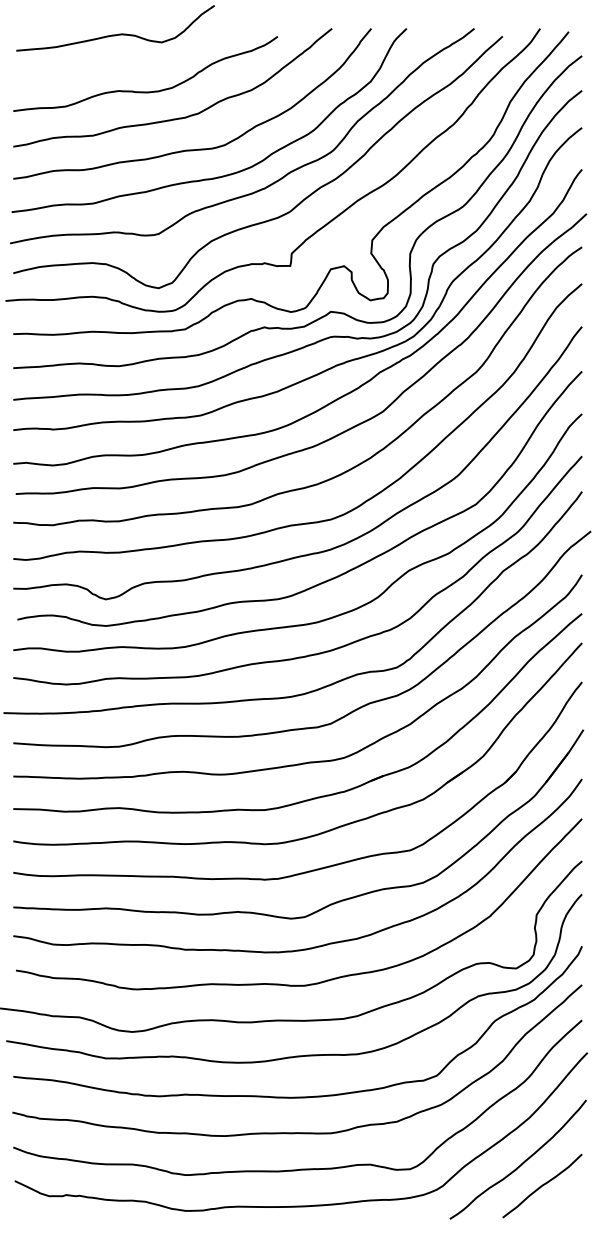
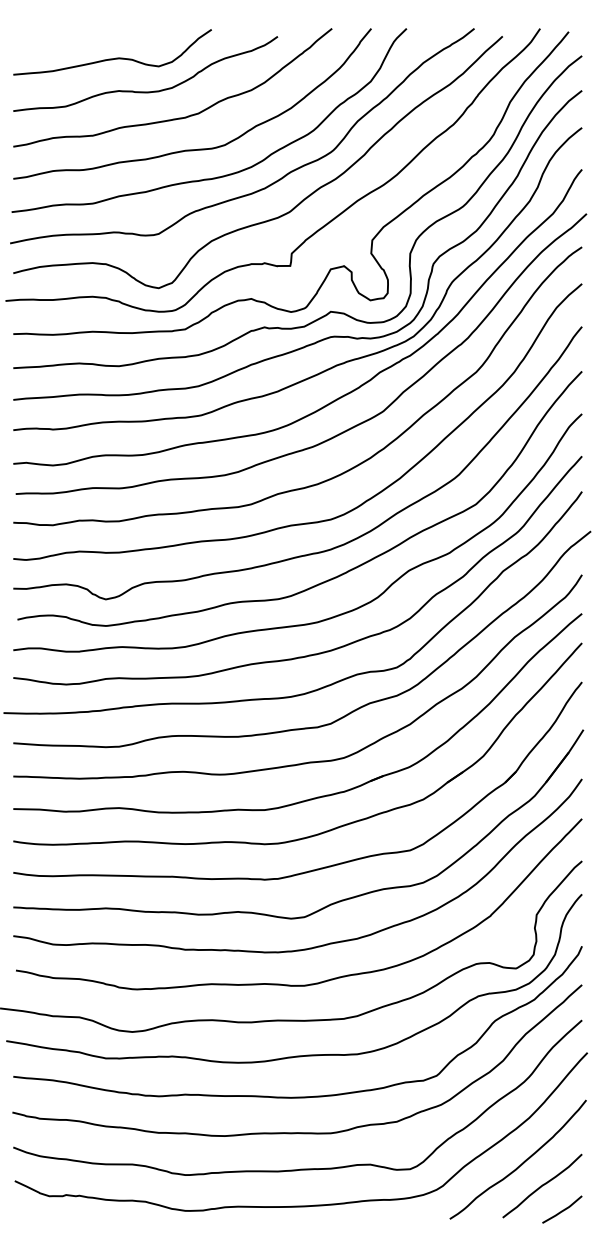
curve at (118, 33) position: (118, 33) -> (115, 57)
curve at (563, 1209): none -> present
